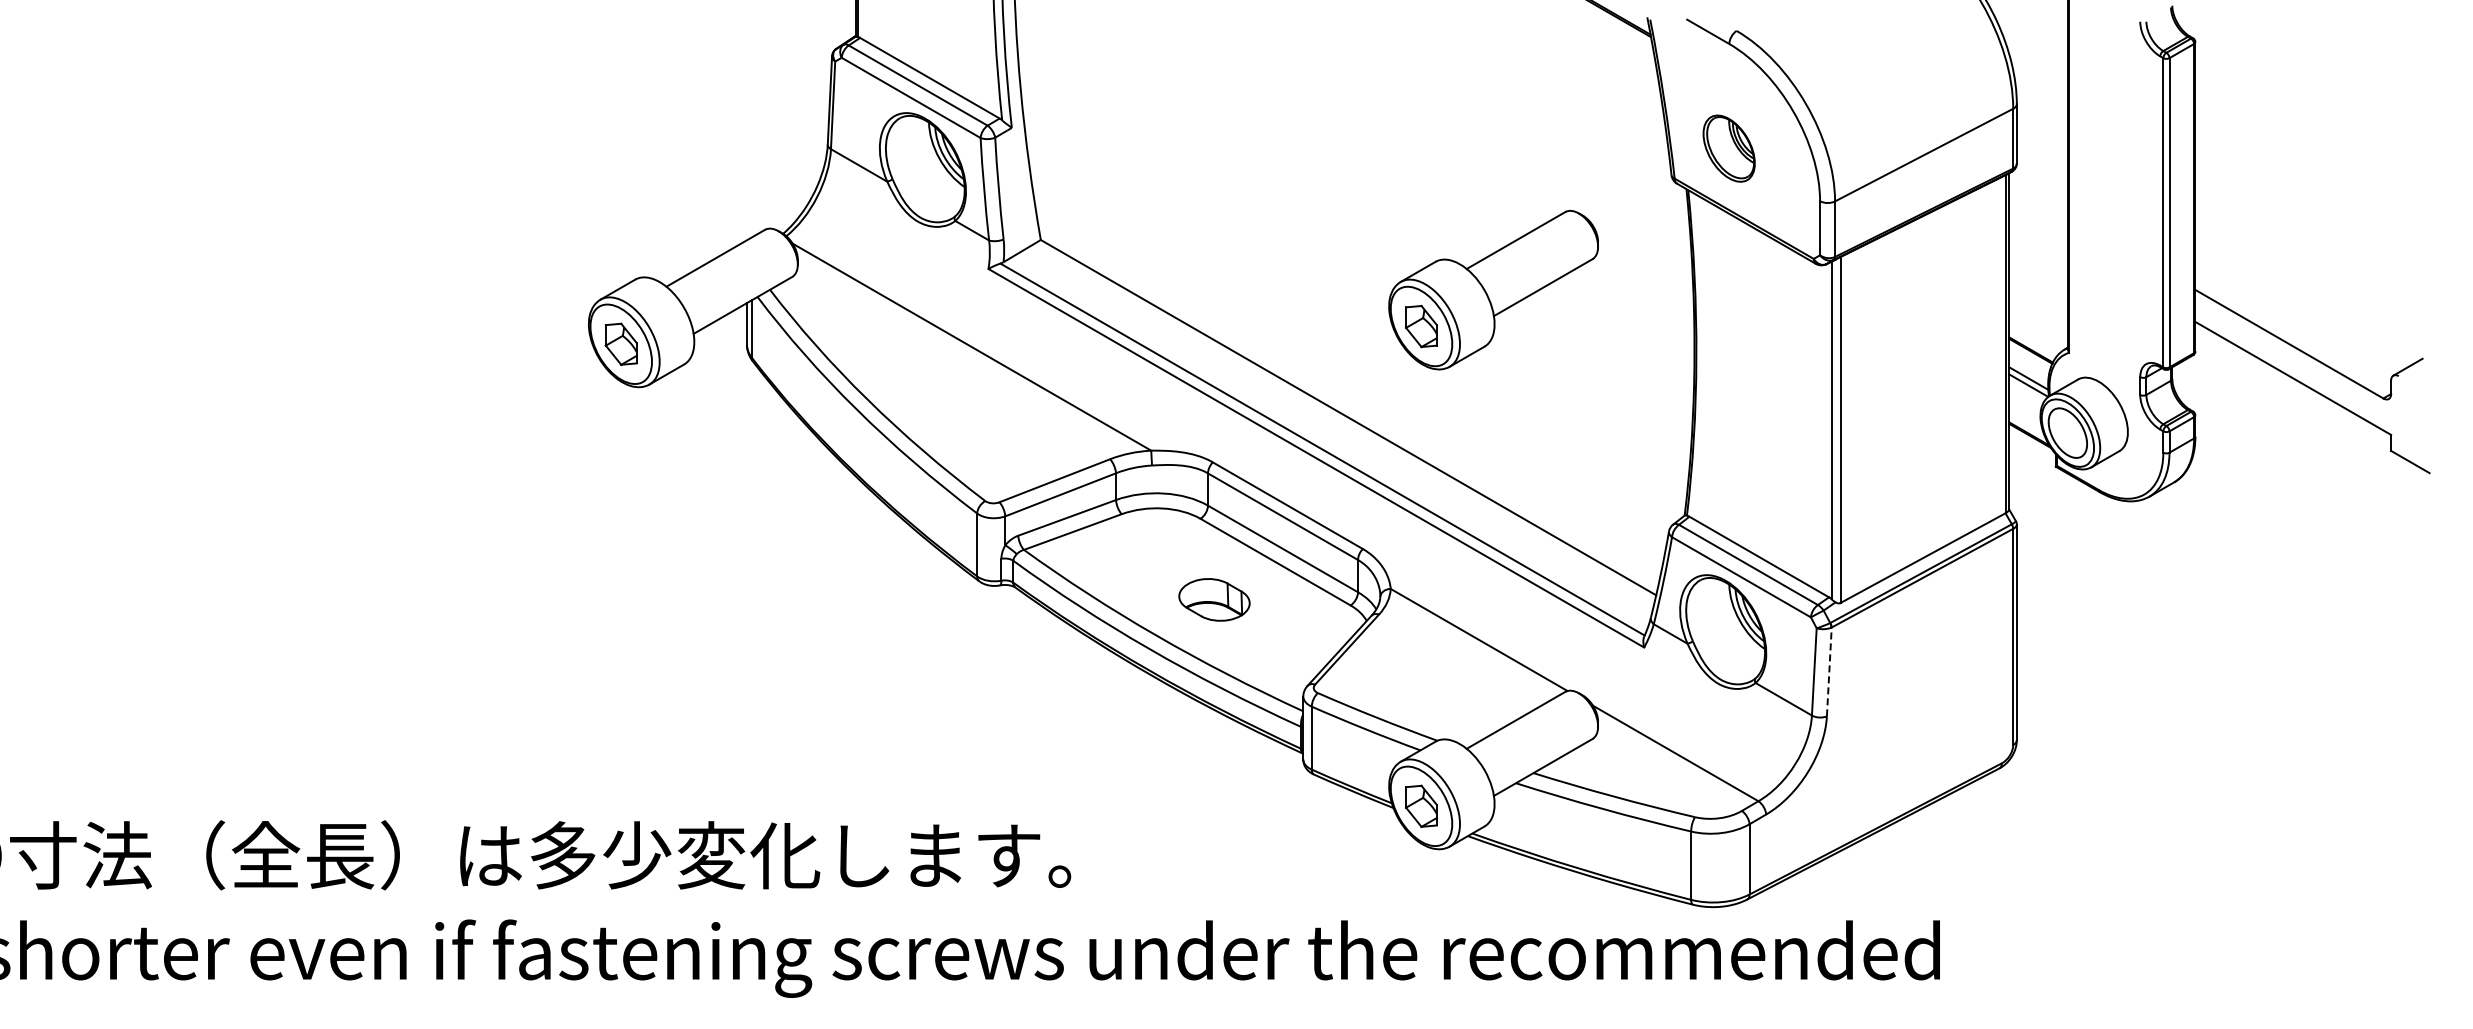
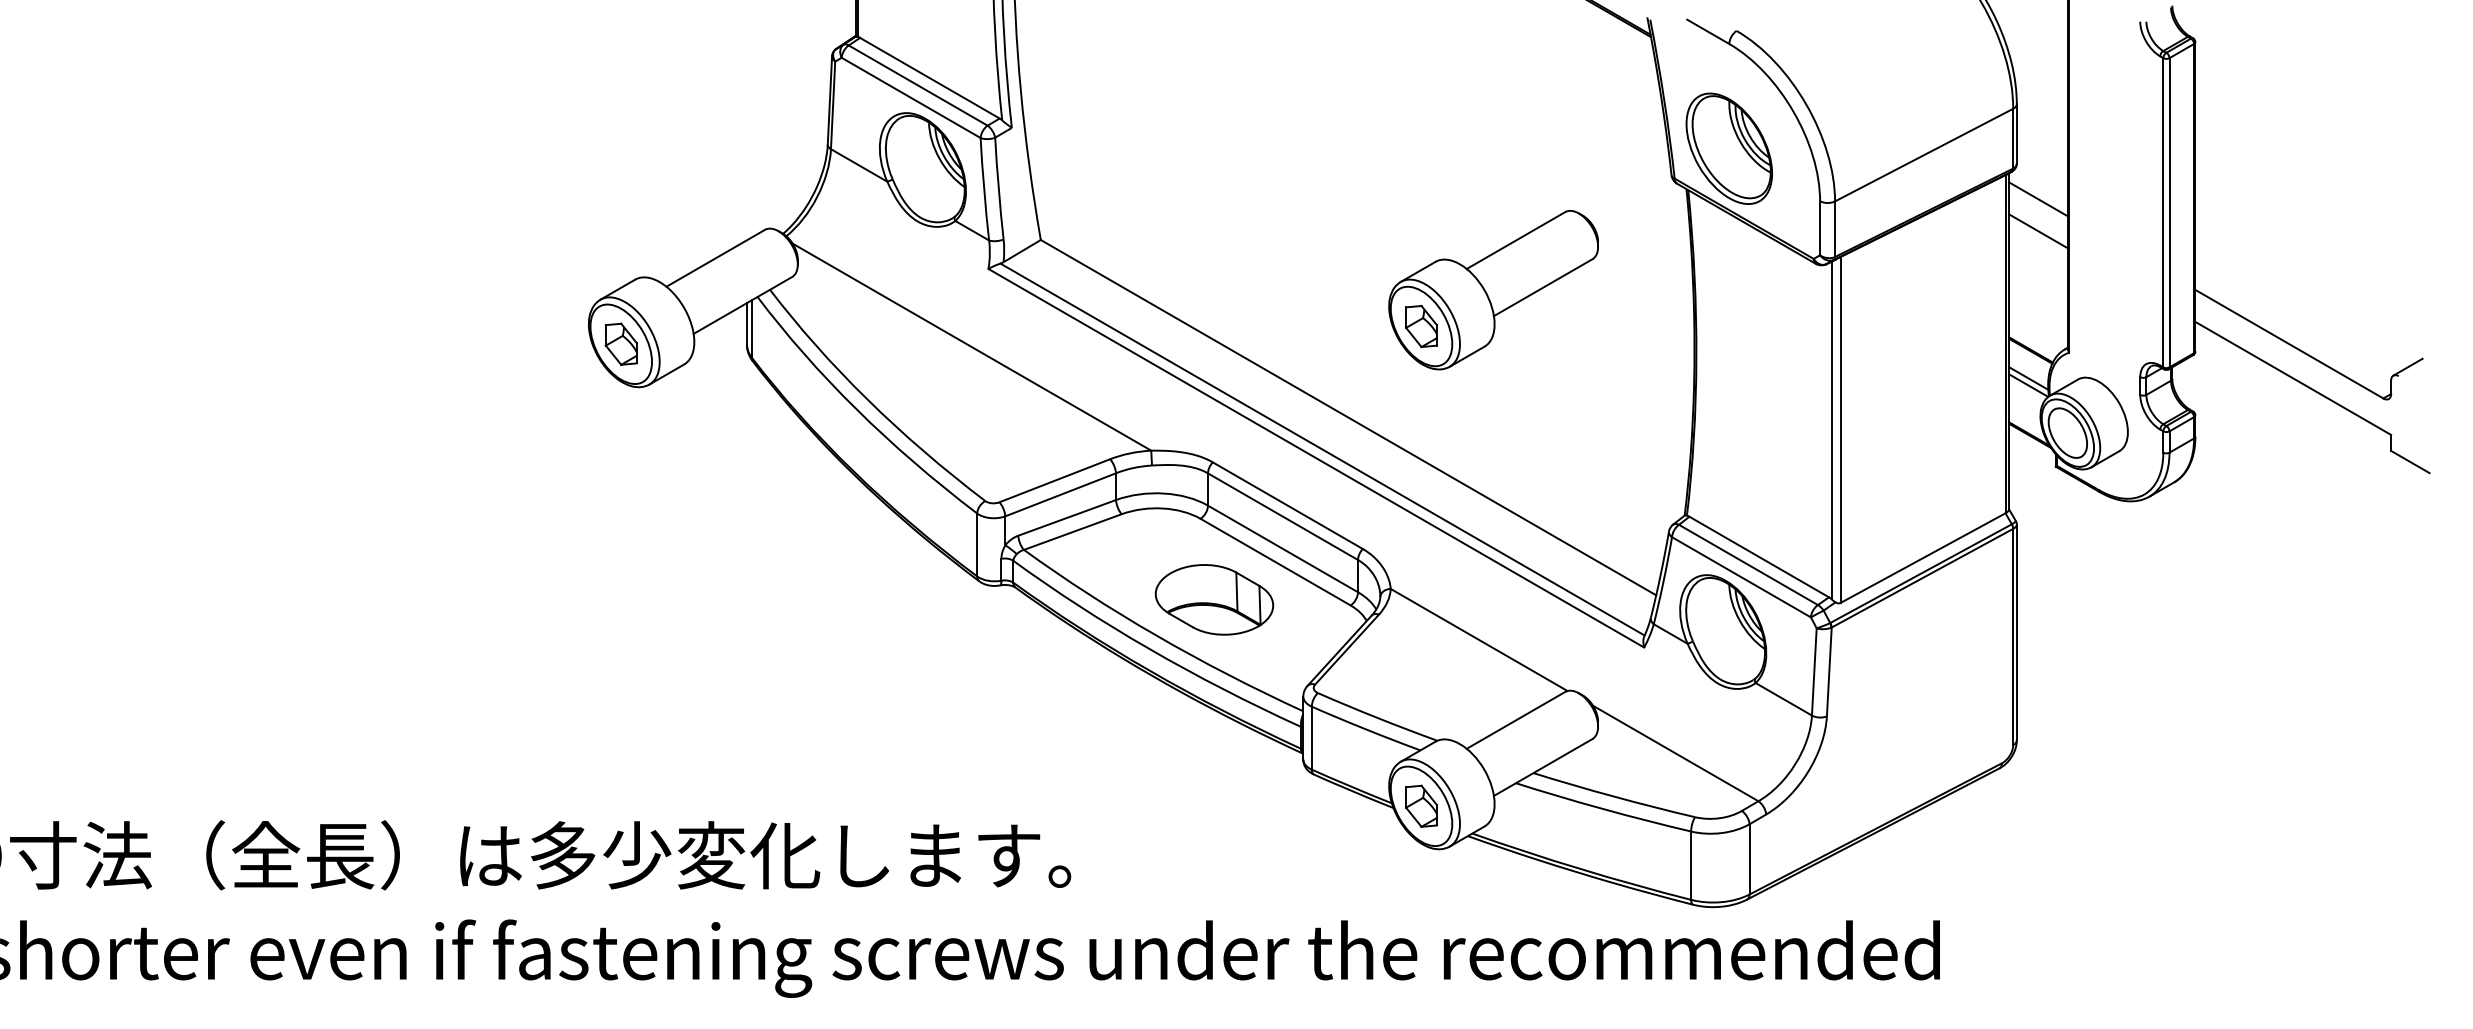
part at (1728, 148) size: 54x69 px -> 88x113 px
line at (2038, 199): none -> present
line at (2038, 231): none -> present
part at (1214, 599) size: 73x44 px -> 121x72 px
line at (1829, 671): dashed -> solid
